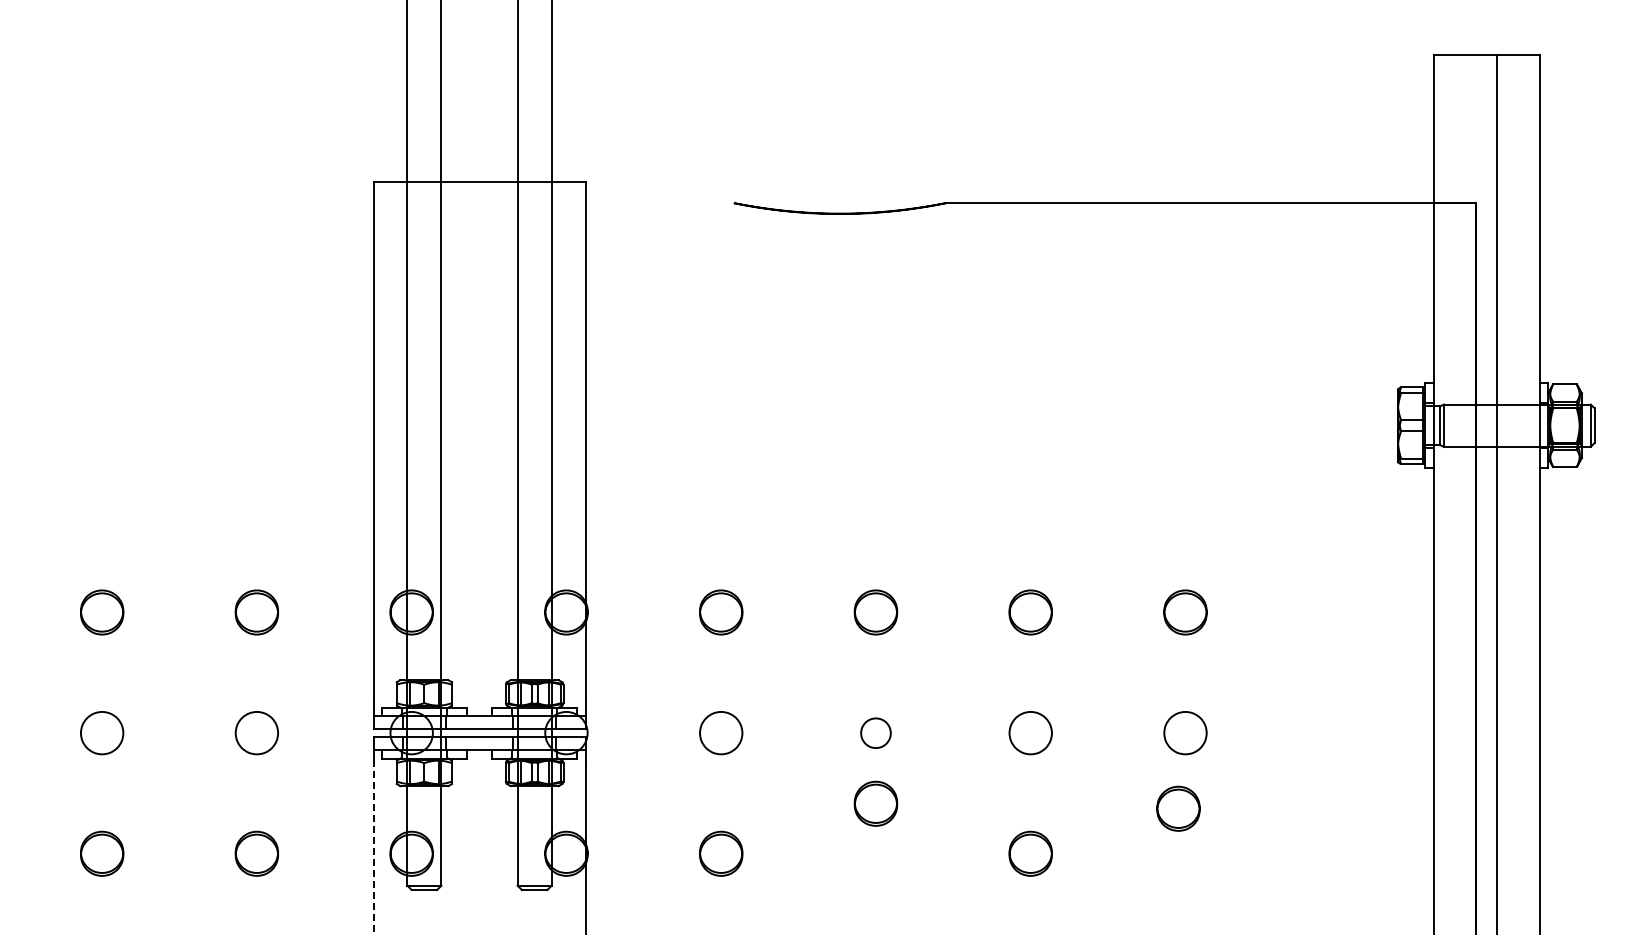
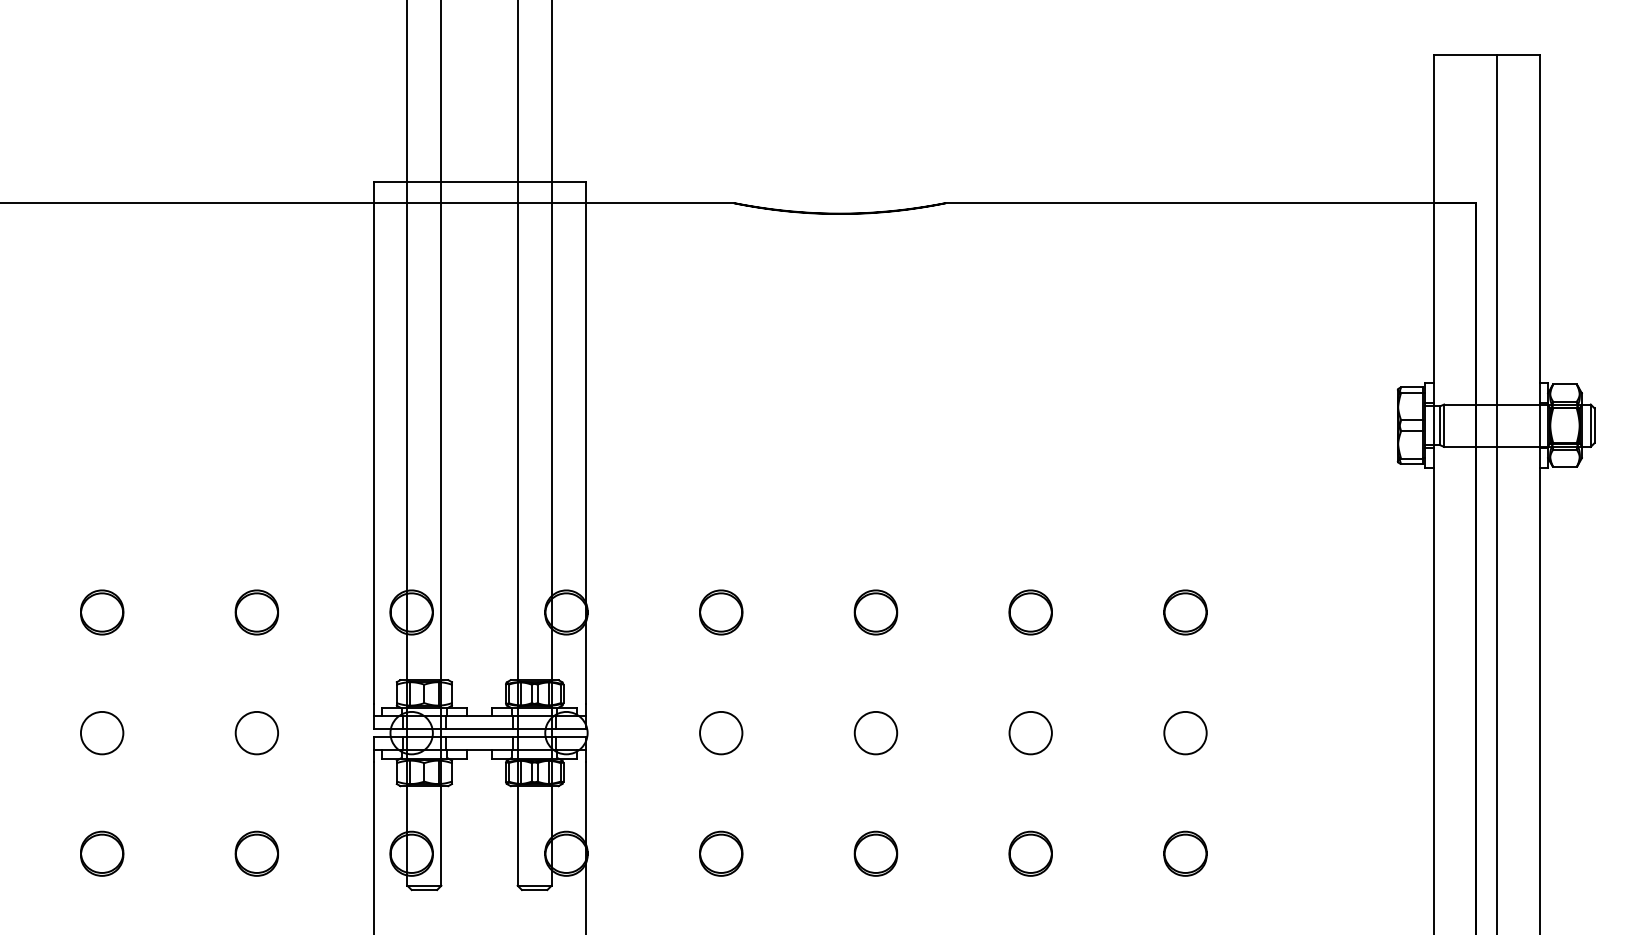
line at (367, 203): none -> present
part at (875, 732) size: 32x32 px -> 46x45 px
part at (875, 803) position: (875, 803) -> (875, 853)
part at (1178, 808) position: (1178, 808) -> (1185, 853)
line at (373, 848): dashed -> solid
